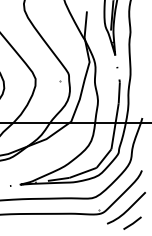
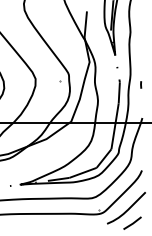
line at (141, 84): none -> present
